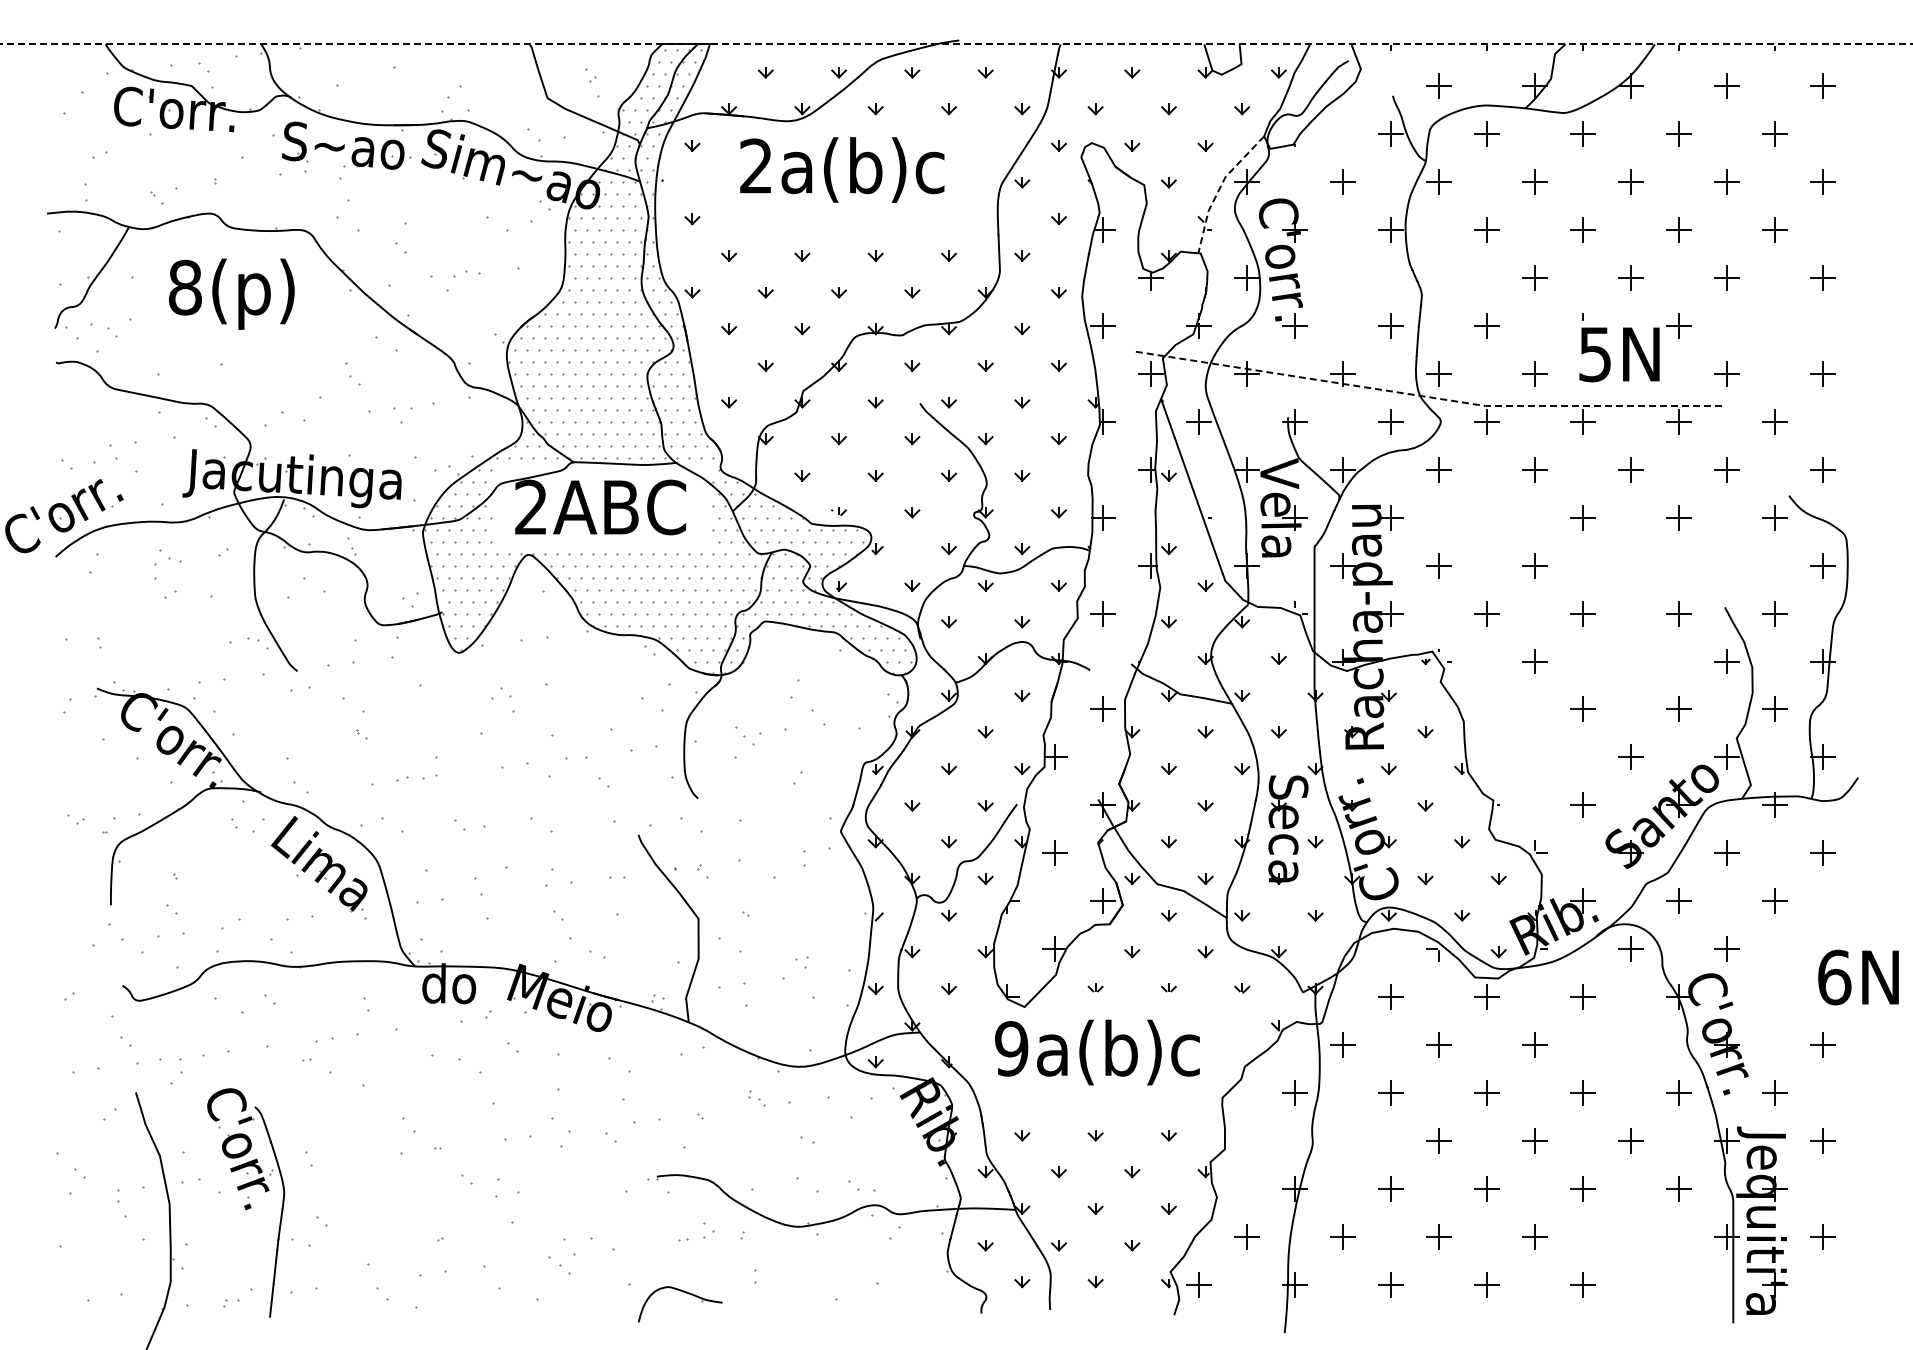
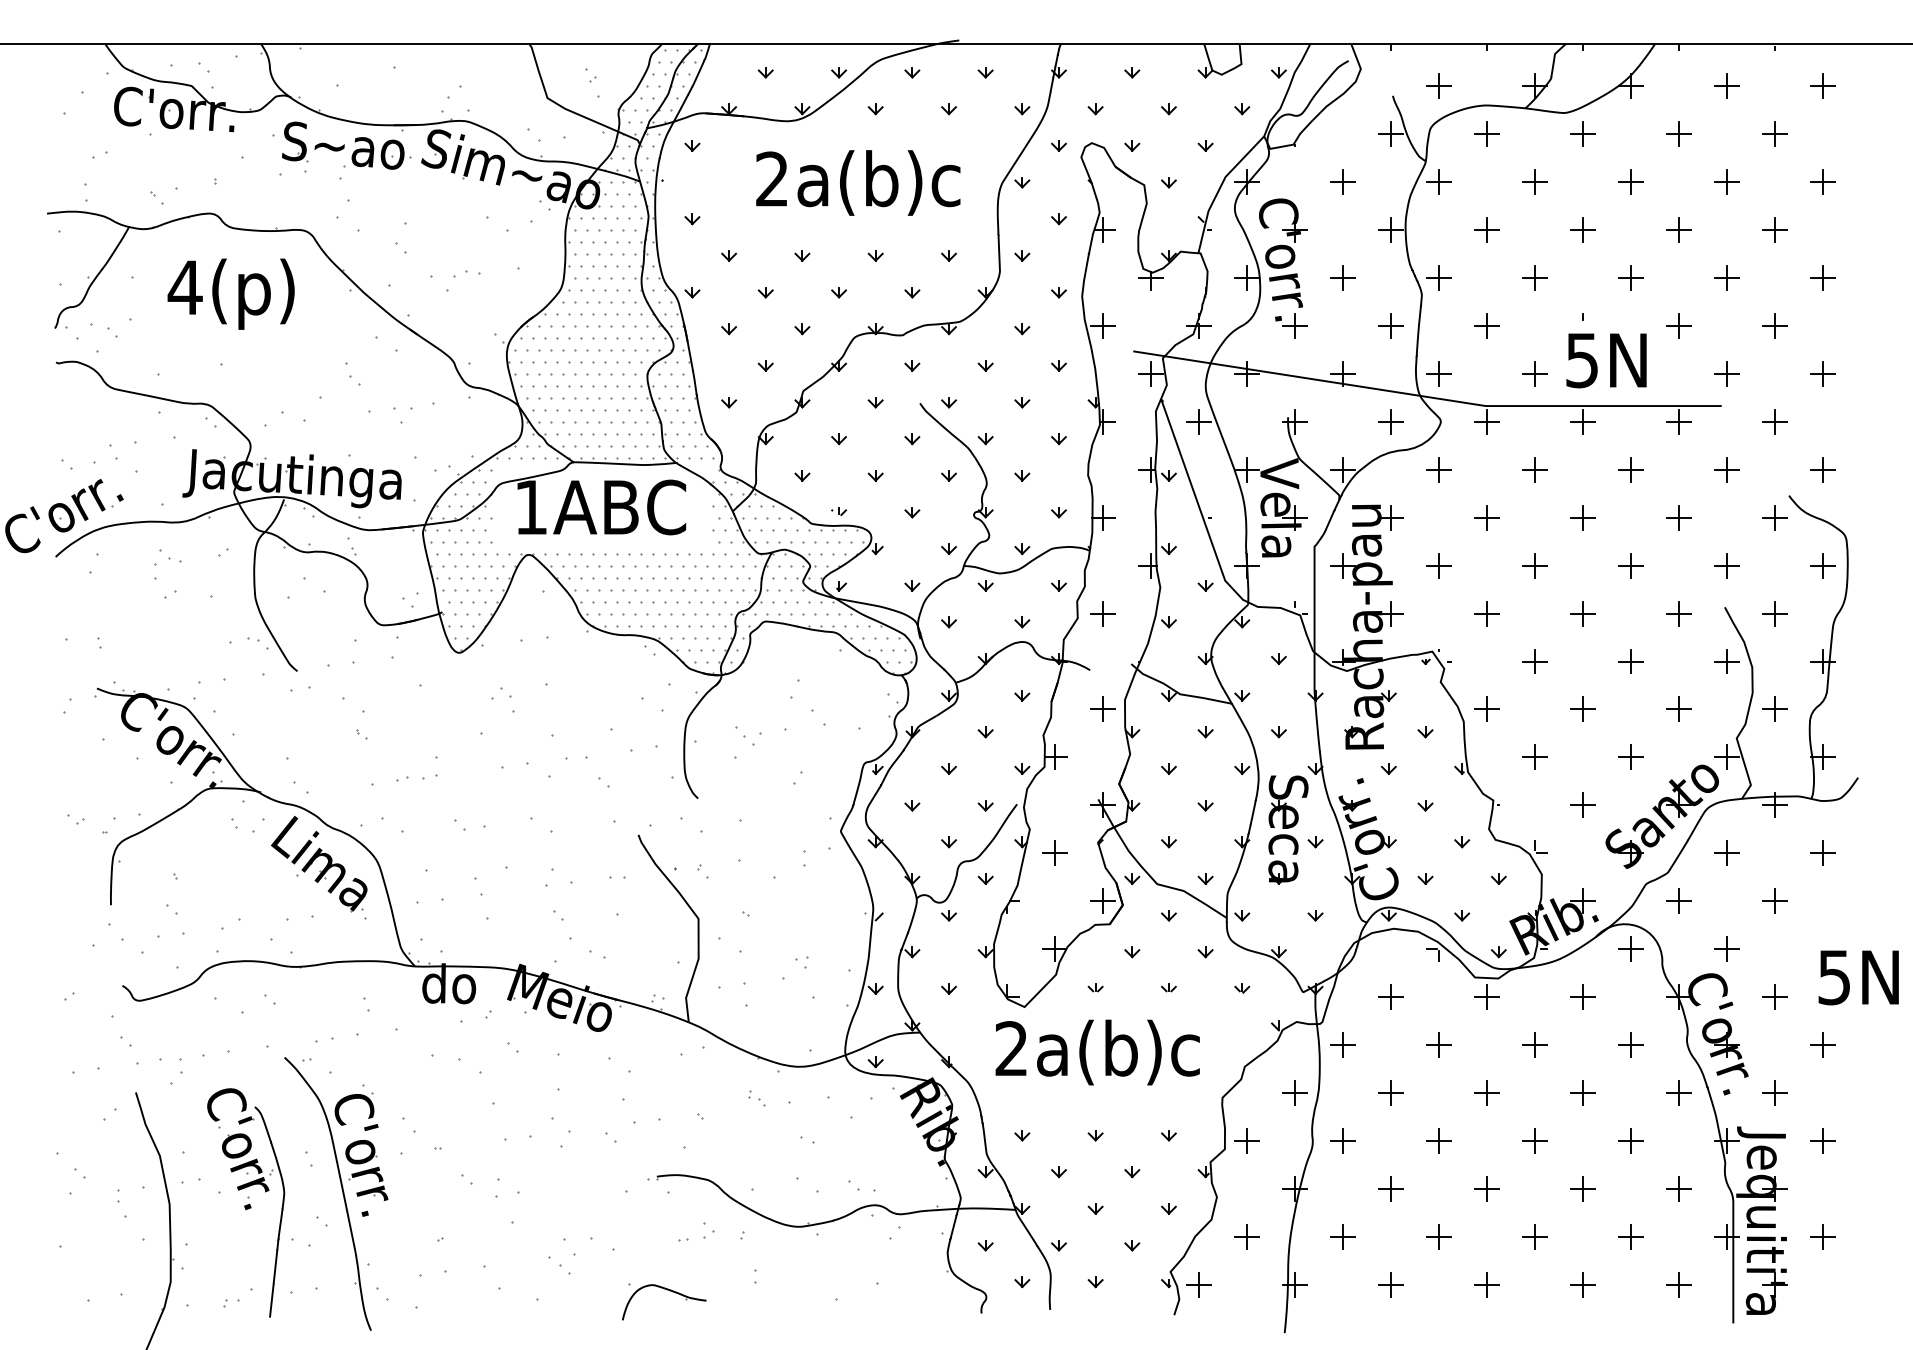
line at (956, 44): dashed -> solid
text at (842, 169) position: (842, 169) -> (858, 182)
line at (1219, 188): dashed -> solid
part at (1342, 277): none -> present
part at (1438, 277): none -> present
text at (184, 287): 8(p) -> 4(p)
part at (1774, 325): none -> present
text at (1619, 354) position: (1619, 354) -> (1606, 360)
line at (1426, 396): dashed -> solid
text at (530, 506): 2ABC -> 1ABC
part at (1486, 517): none -> present
part at (1630, 565): none -> present
part at (1726, 565): none -> present
part at (1630, 661): none -> present
part at (1486, 708): none -> present
part at (1534, 756): none -> present
text at (1834, 977): 6N -> 5N
part at (1774, 996): none -> present
part at (1630, 1044): none -> present
text at (1011, 1048): 9a(b)c -> 2a(b)c
part at (1246, 1140): none -> present
part at (1342, 1140): none -> present
part at (336, 1193): none -> present
part at (1630, 1236): none -> present
part at (1678, 1284): none -> present
part at (685, 1293) position: (685, 1293) -> (669, 1291)
